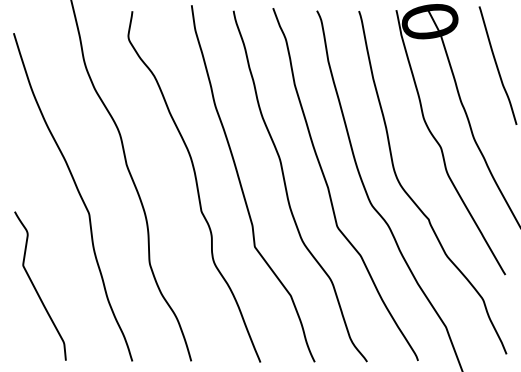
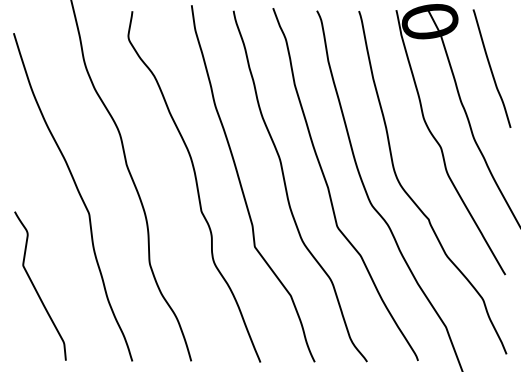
curve at (497, 65) position: (497, 65) -> (491, 68)
